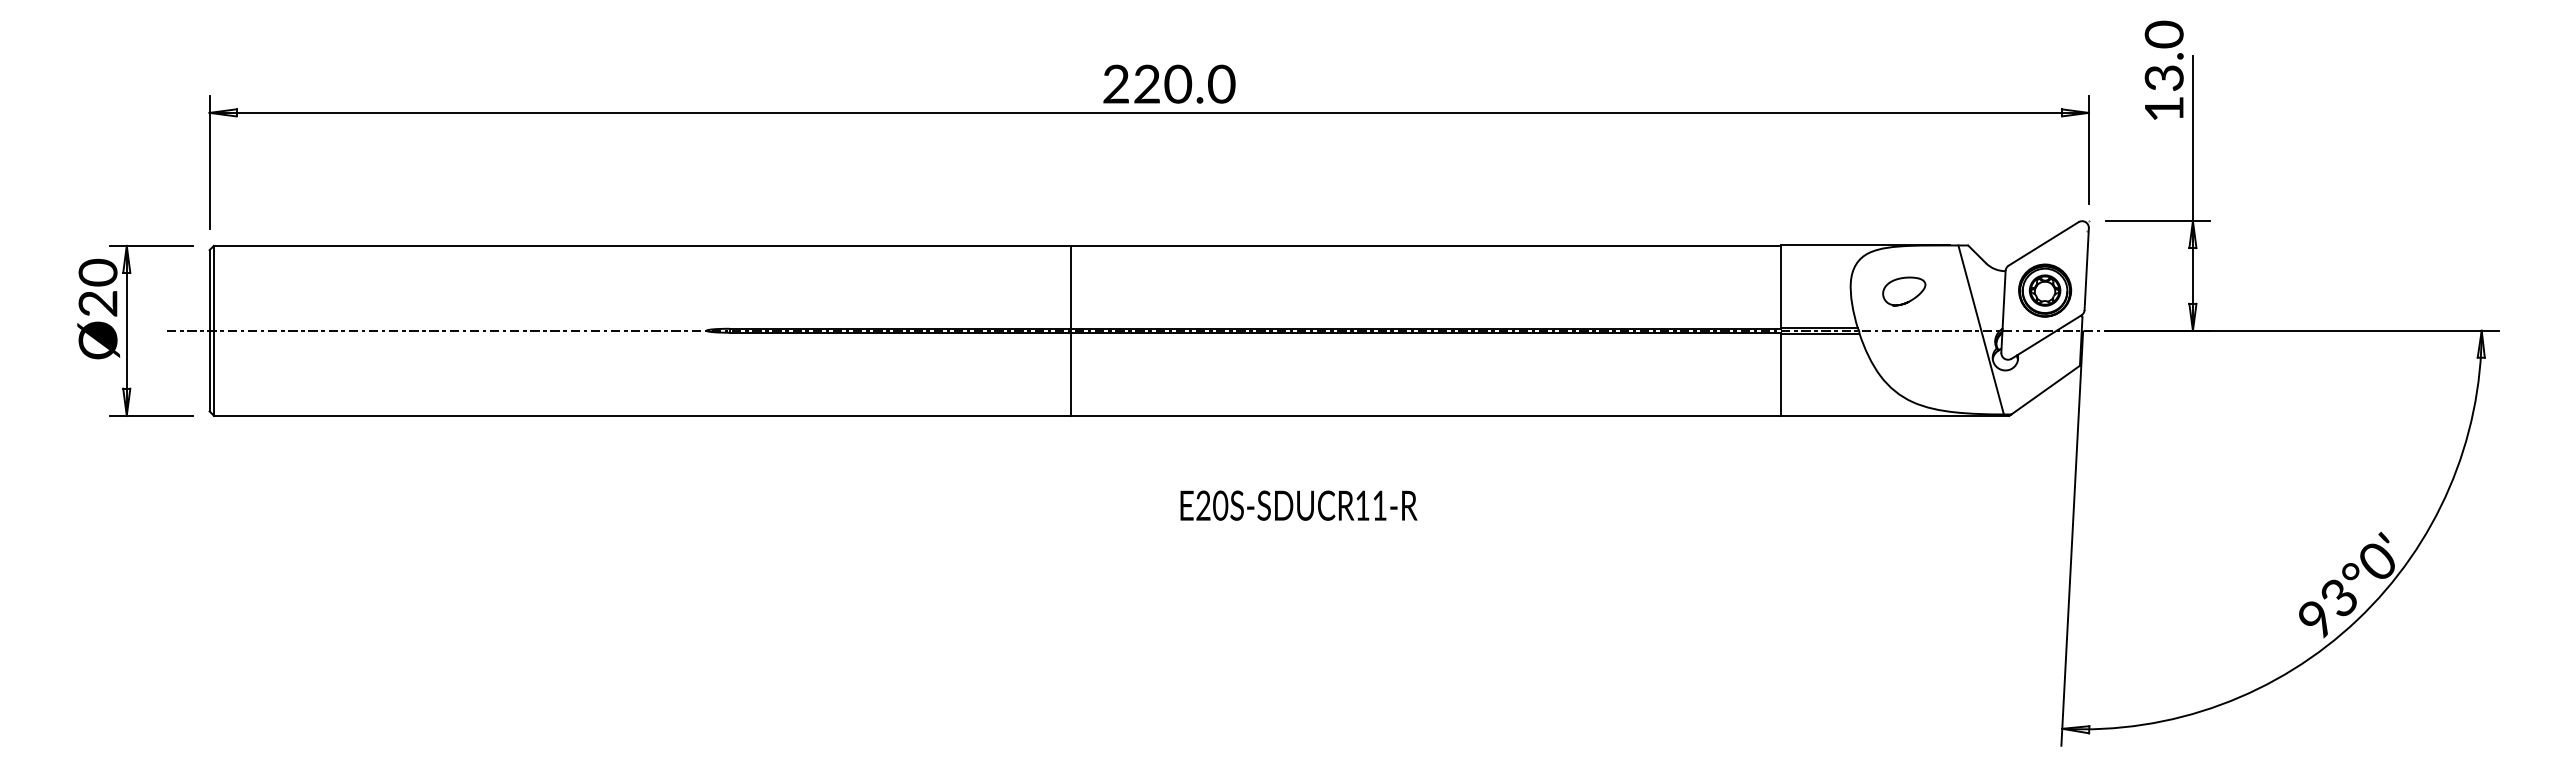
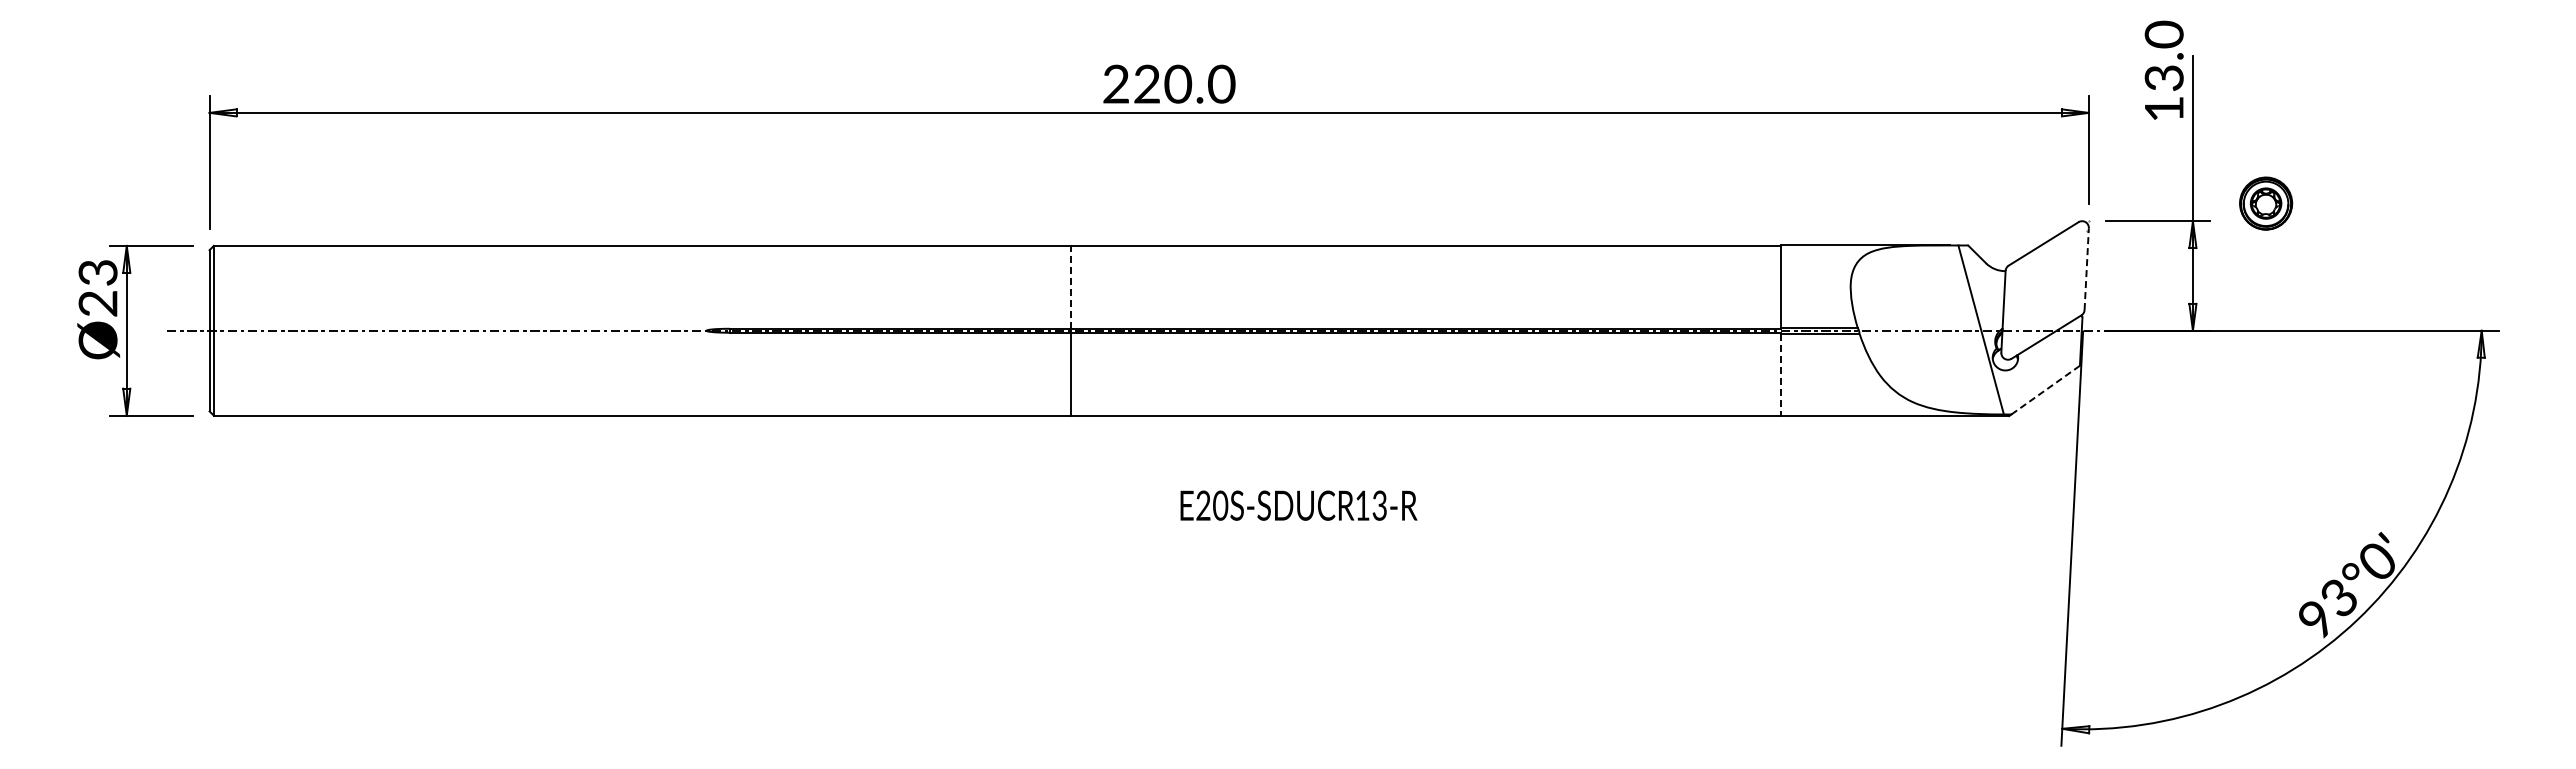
line at (2086, 269): solid -> dashed
text at (97, 272): Ø20 -> Ø23
line at (1070, 286): solid -> dashed
part at (2045, 290) position: (2045, 290) -> (2266, 203)
curve at (1908, 300): present -> none
line at (1780, 375): solid -> dashed
line at (2046, 389): solid -> dashed
text at (1379, 505): 11-R -> 13-R
